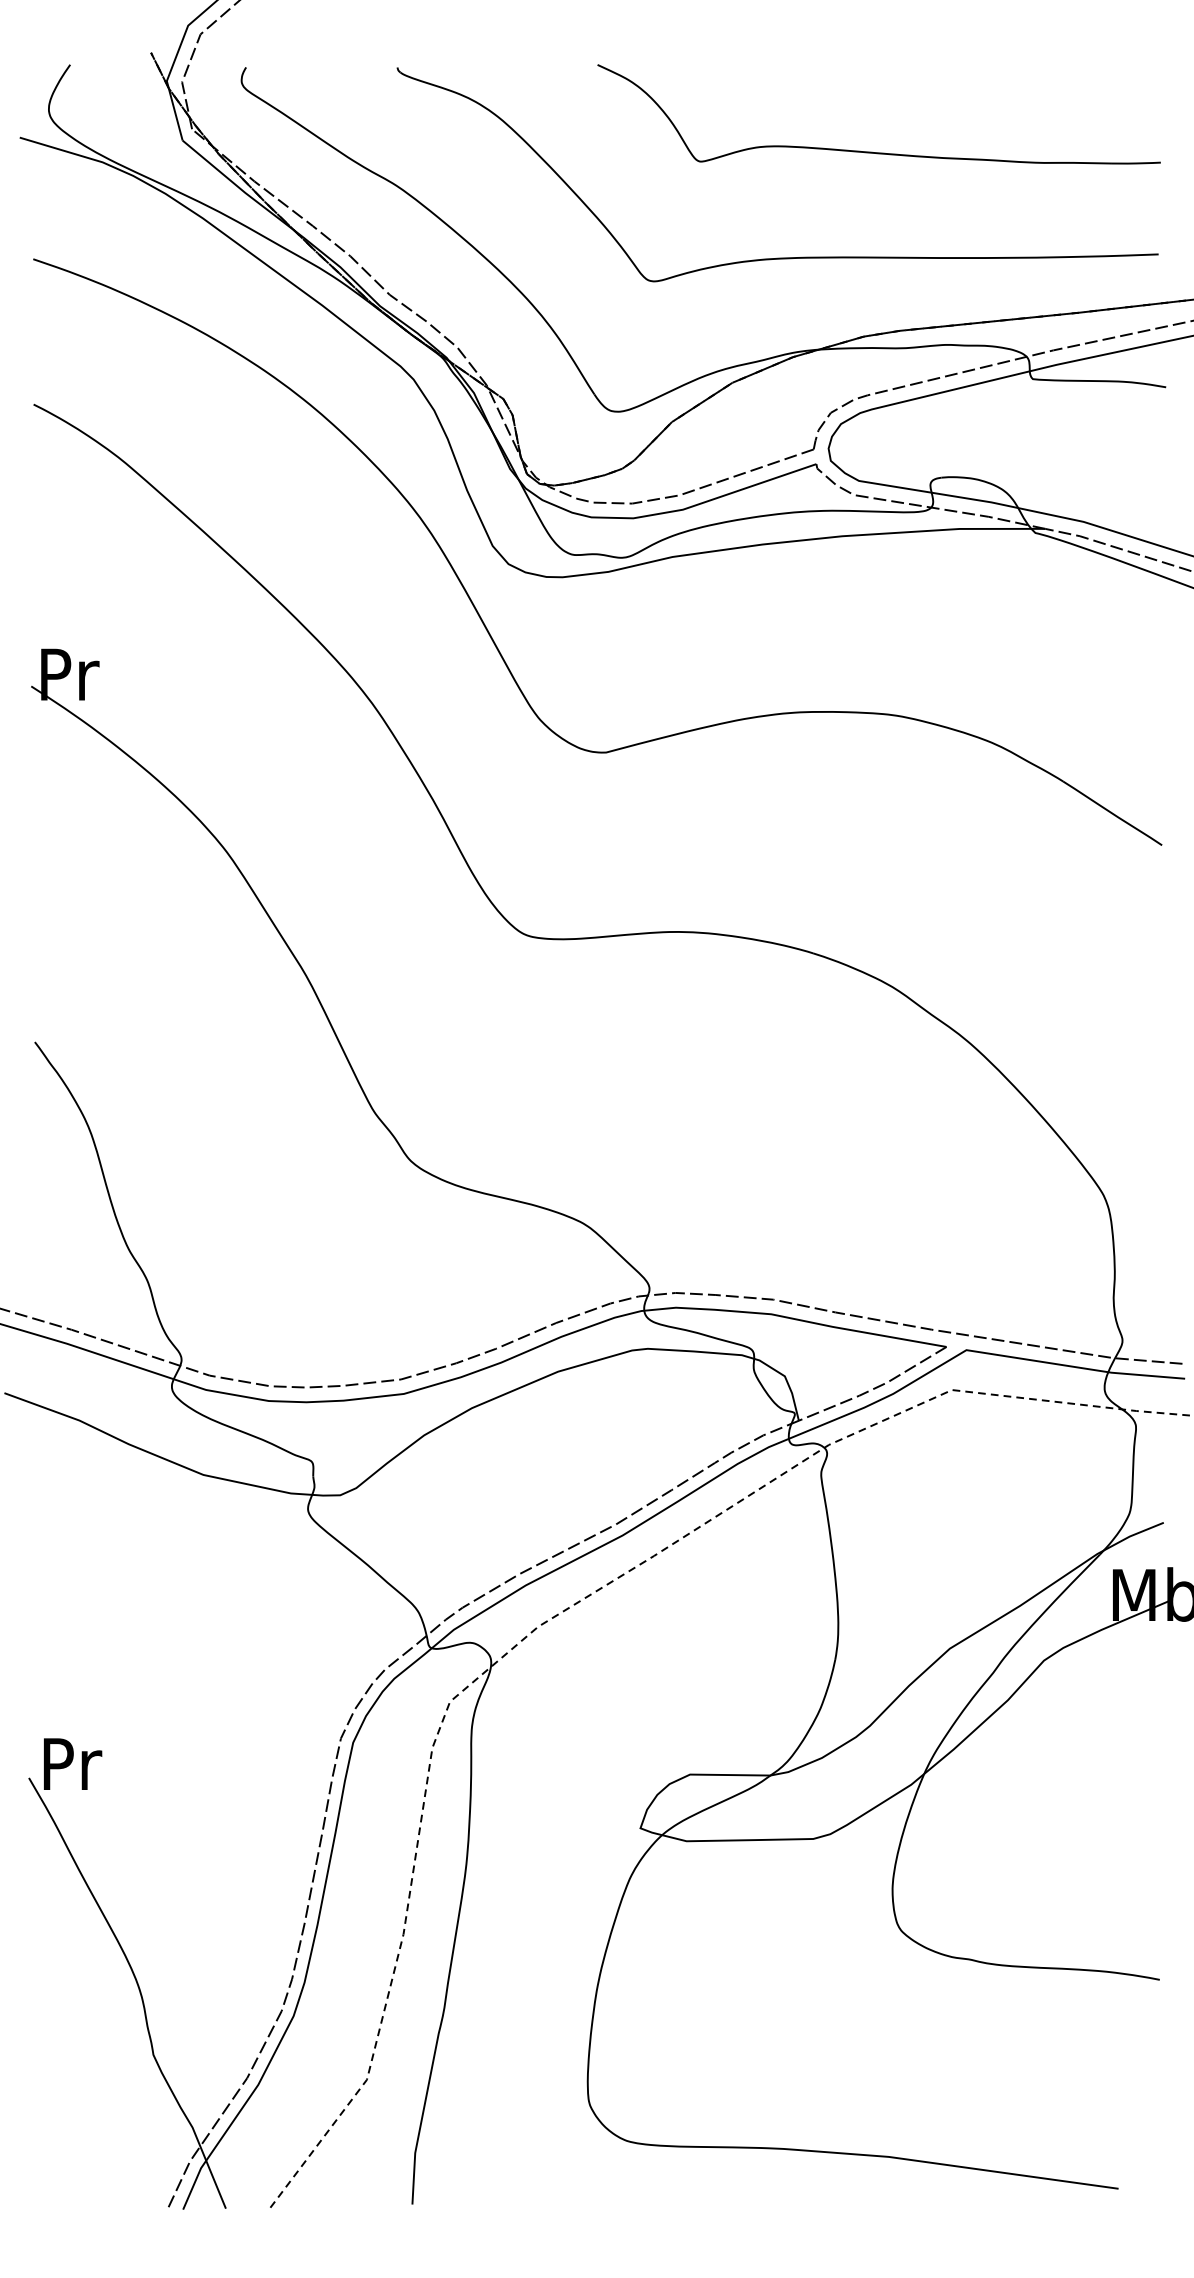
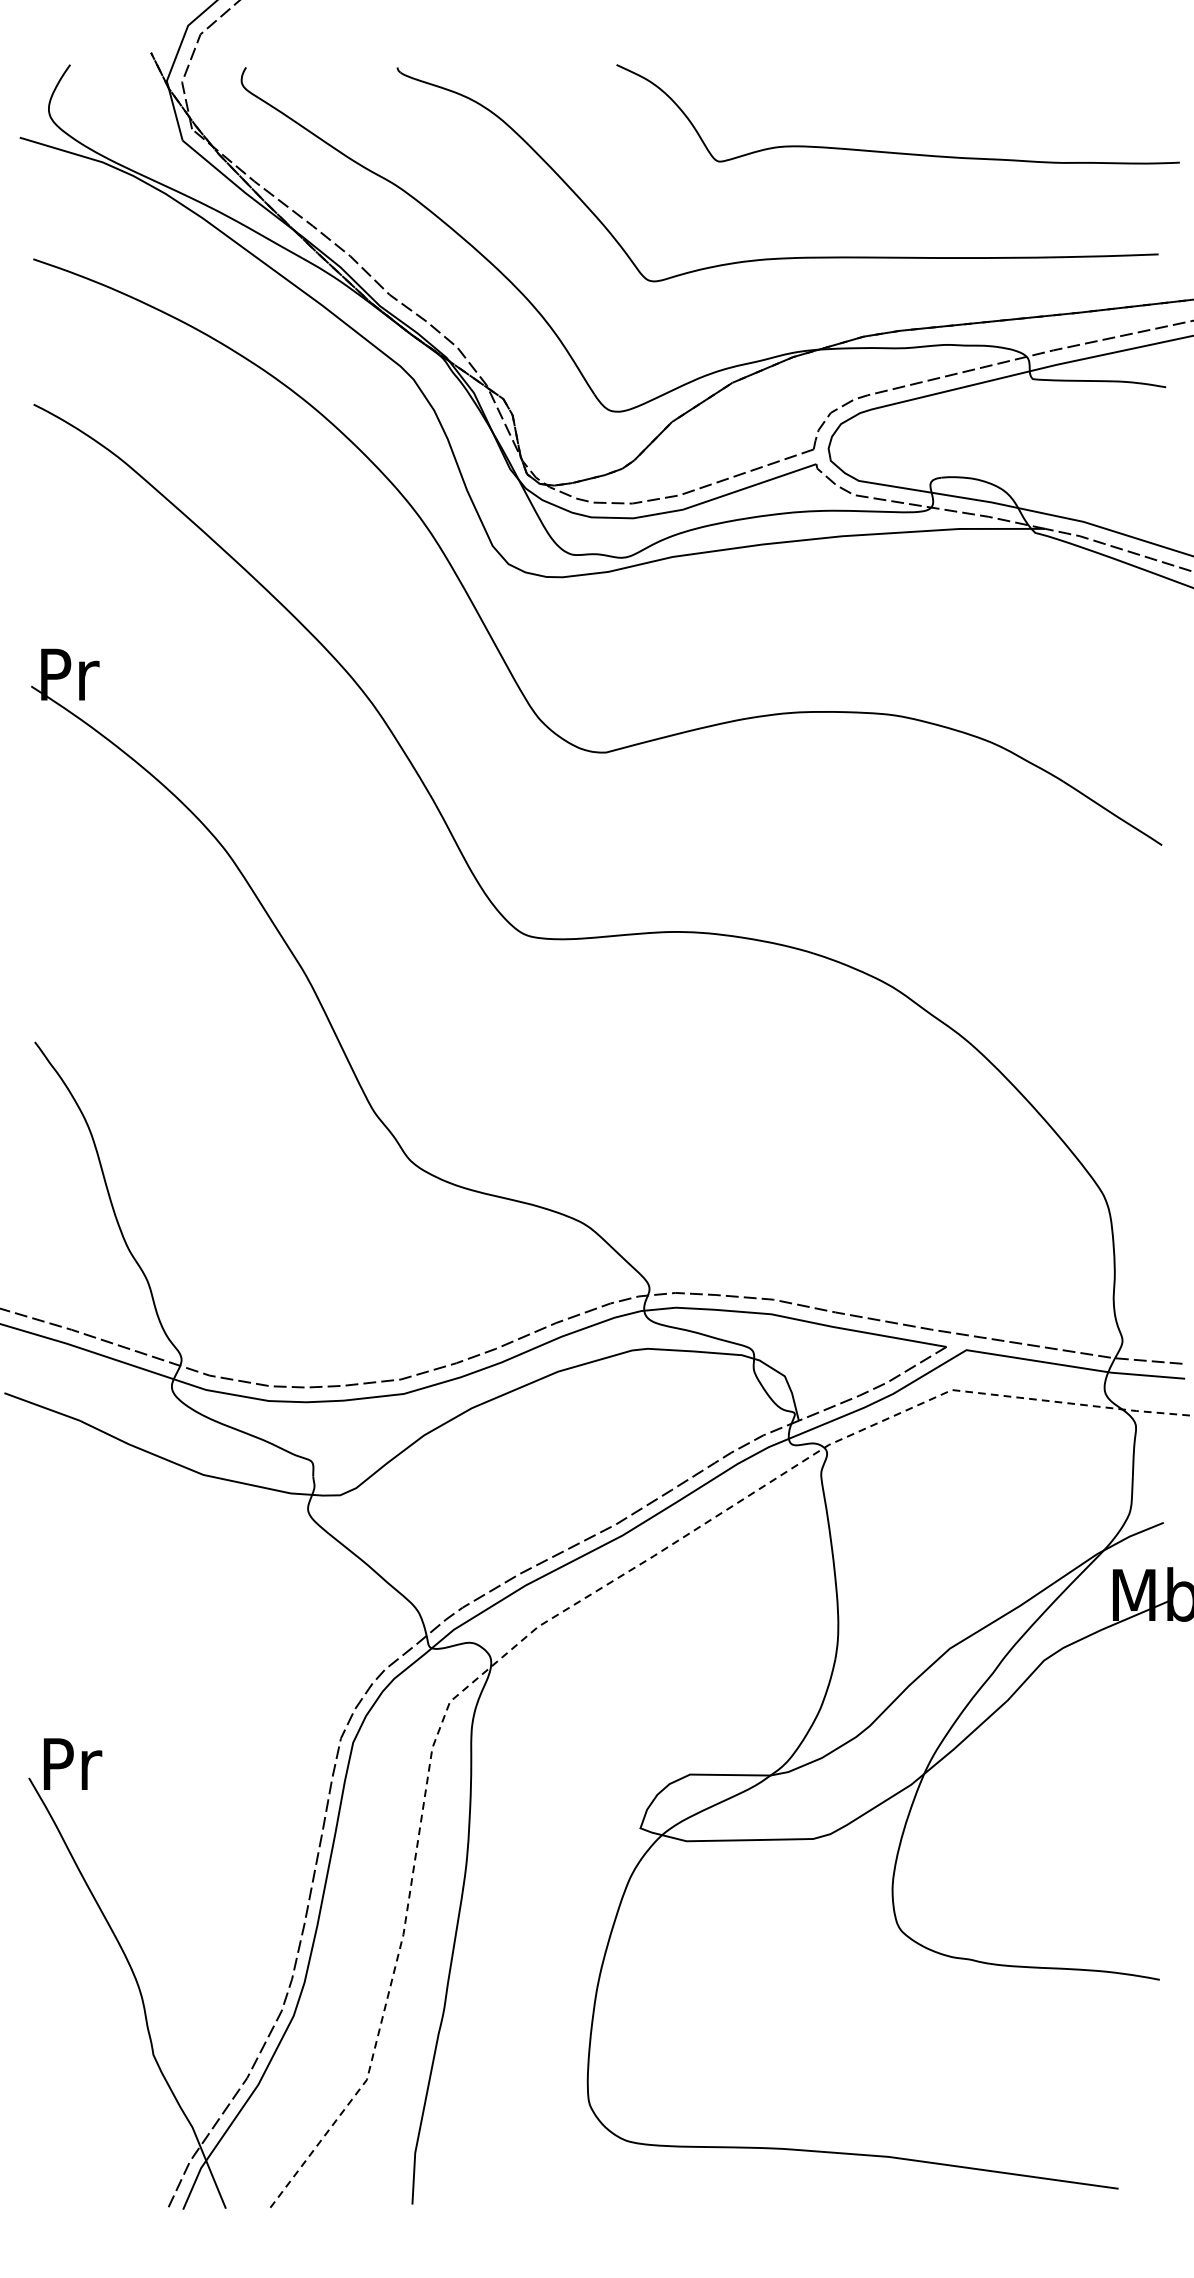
part at (872, 151) position: (872, 151) -> (891, 151)
